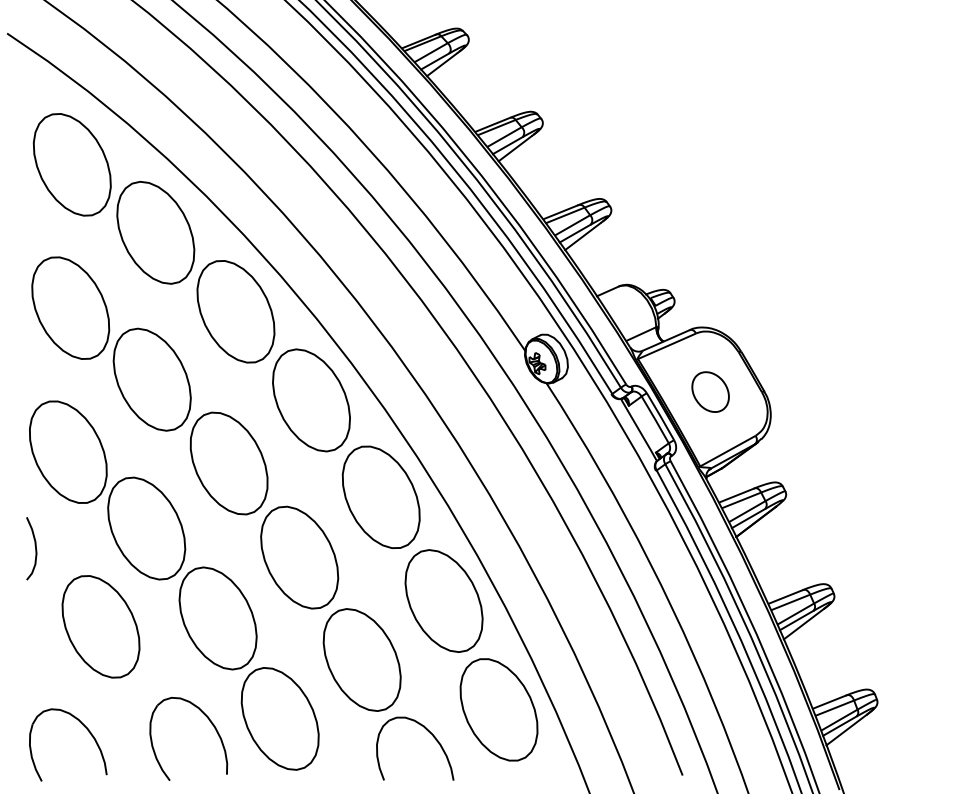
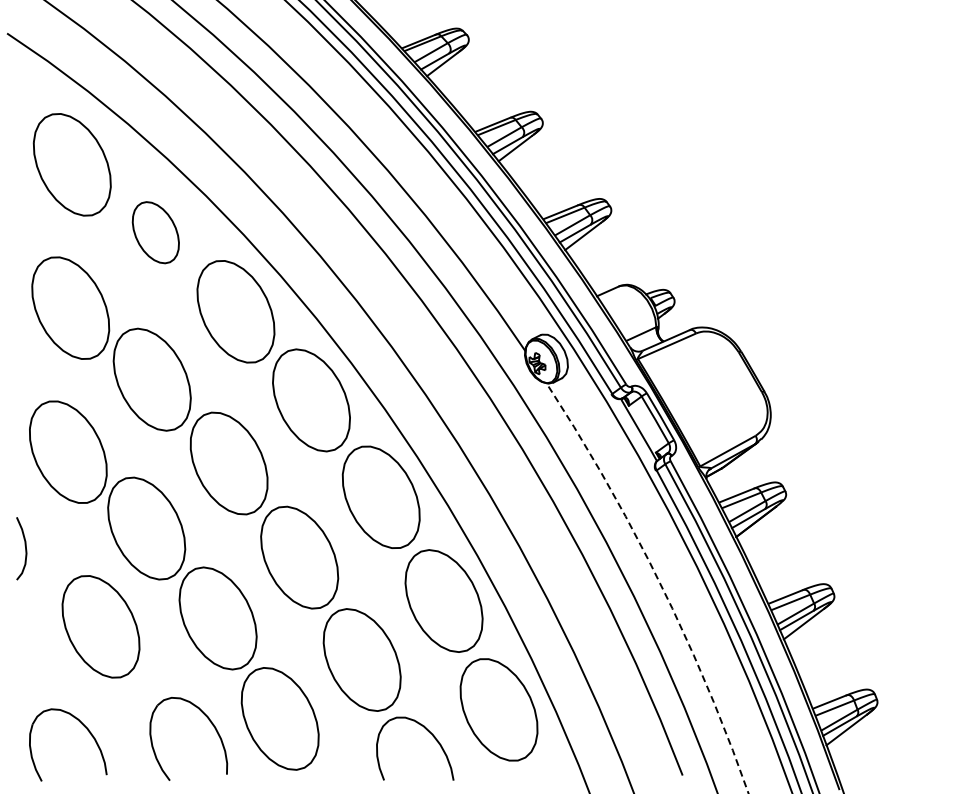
part at (155, 232) size: 80x105 px -> 49x64 px
part at (710, 391): present -> none
curve at (35, 548) position: (35, 548) -> (25, 548)
arc at (659, 582): solid -> dashed
